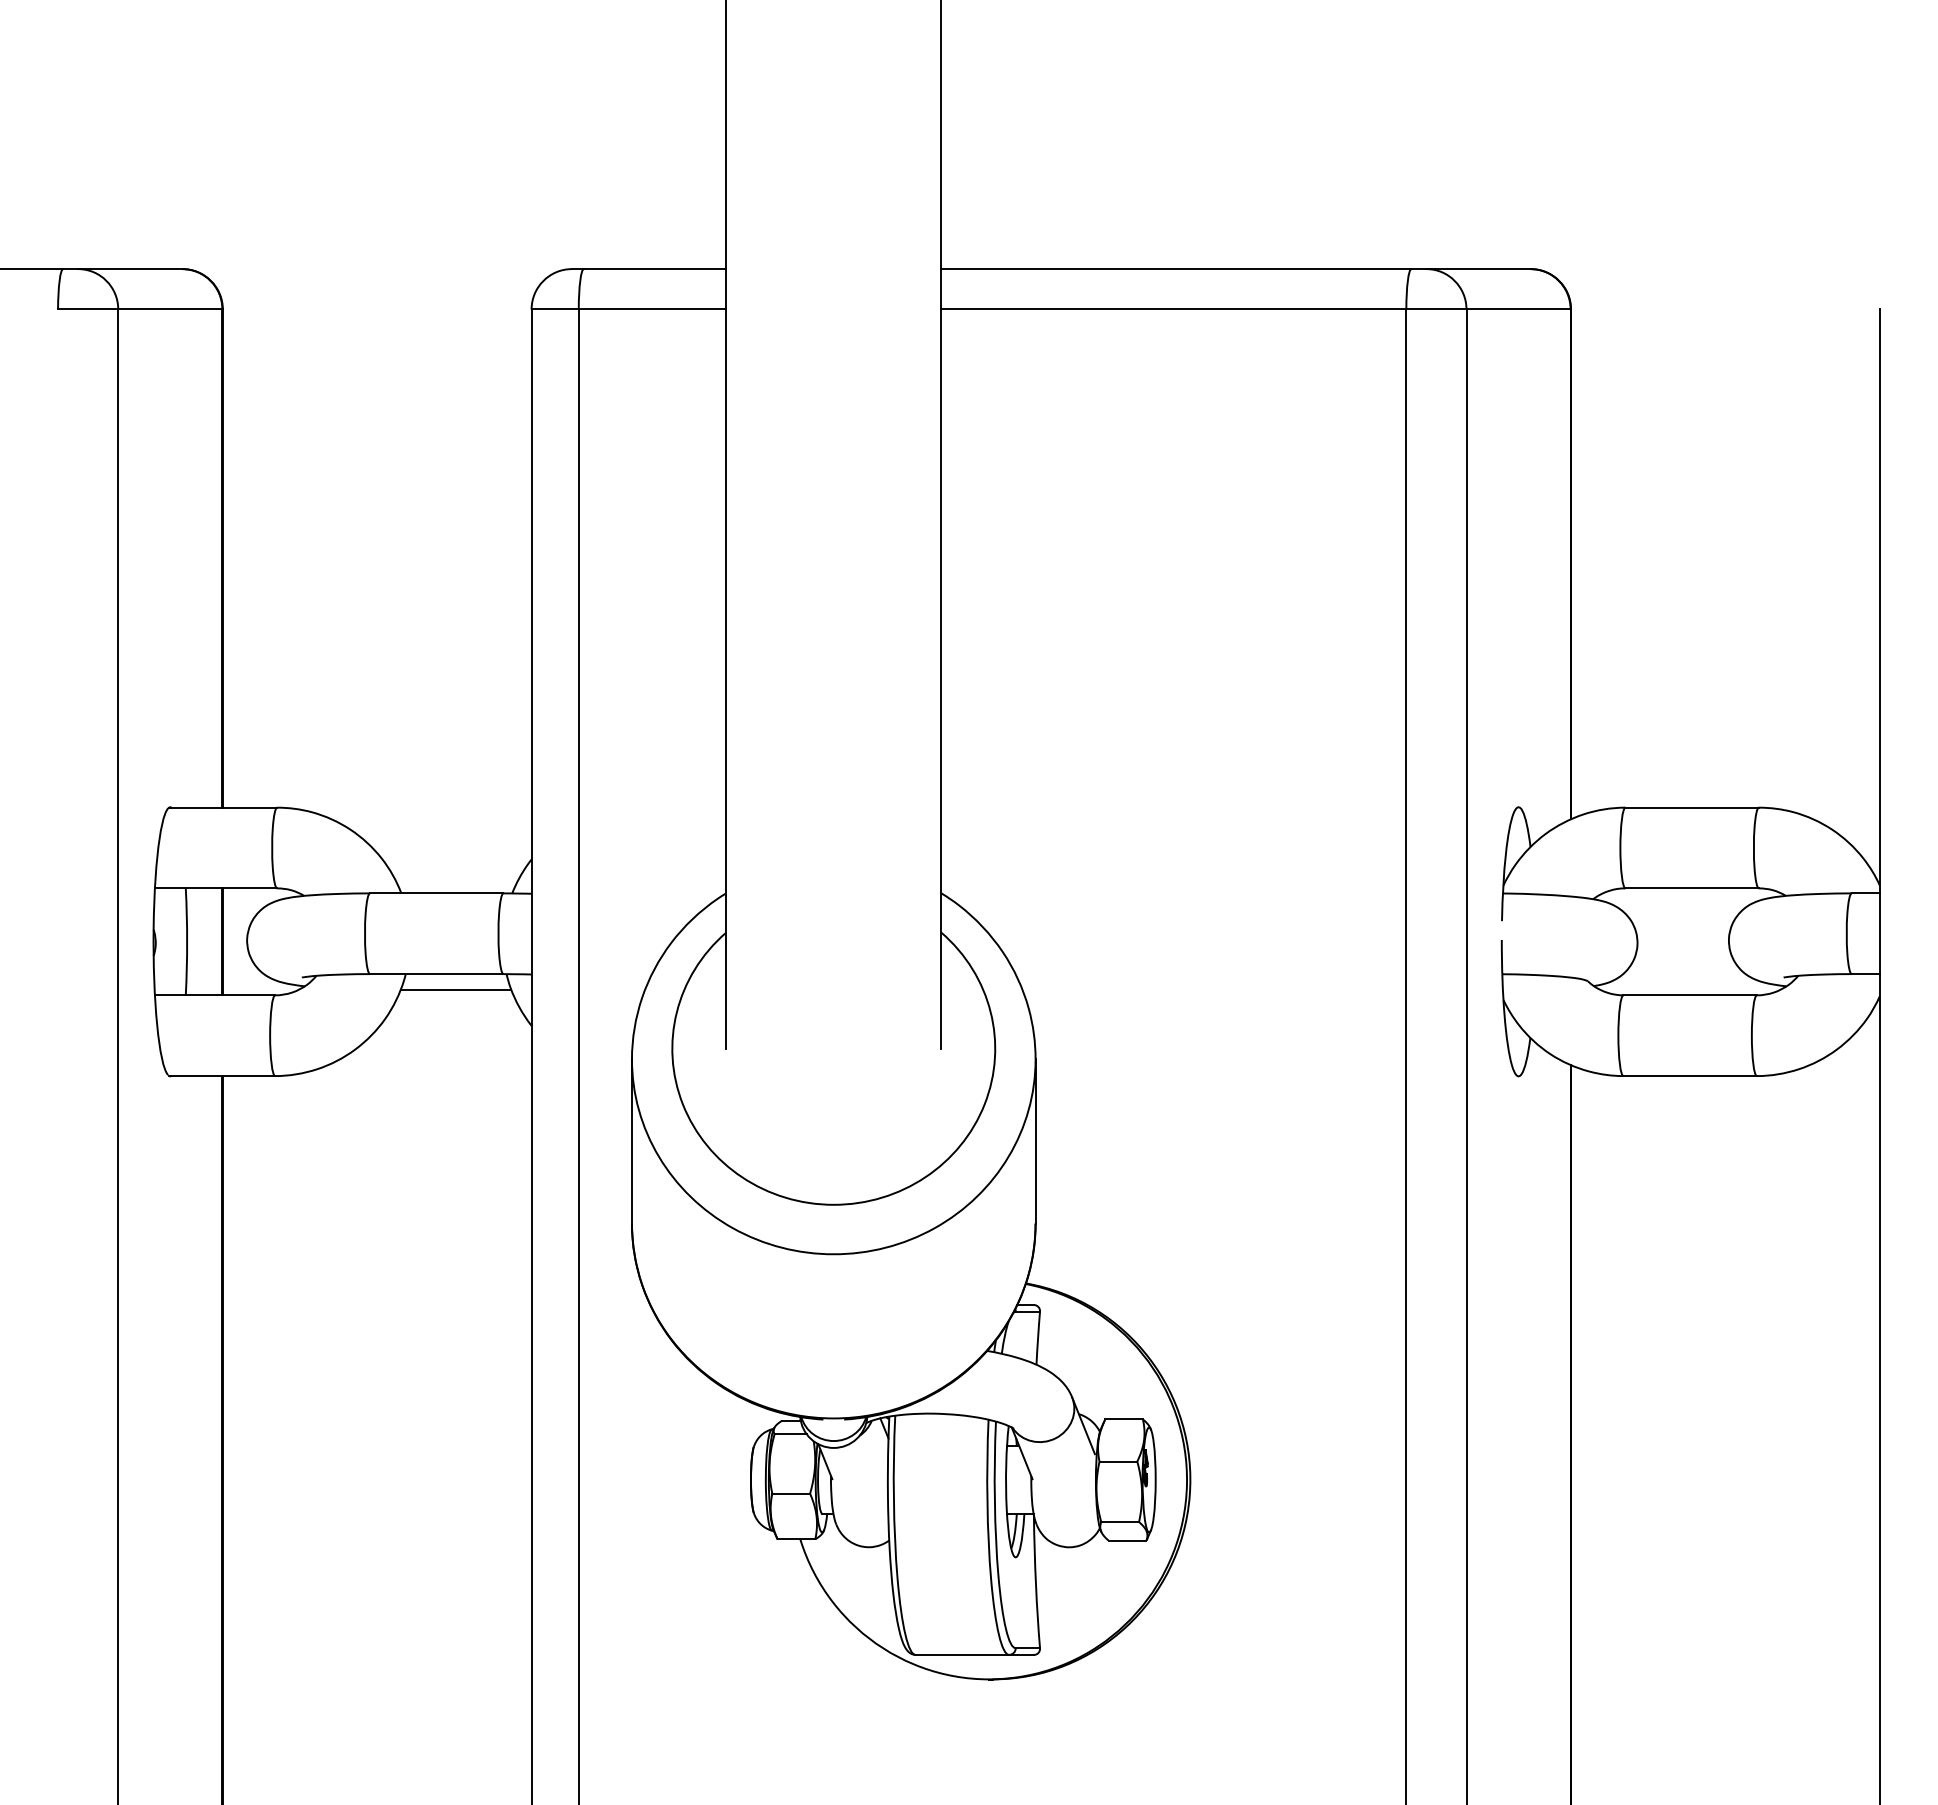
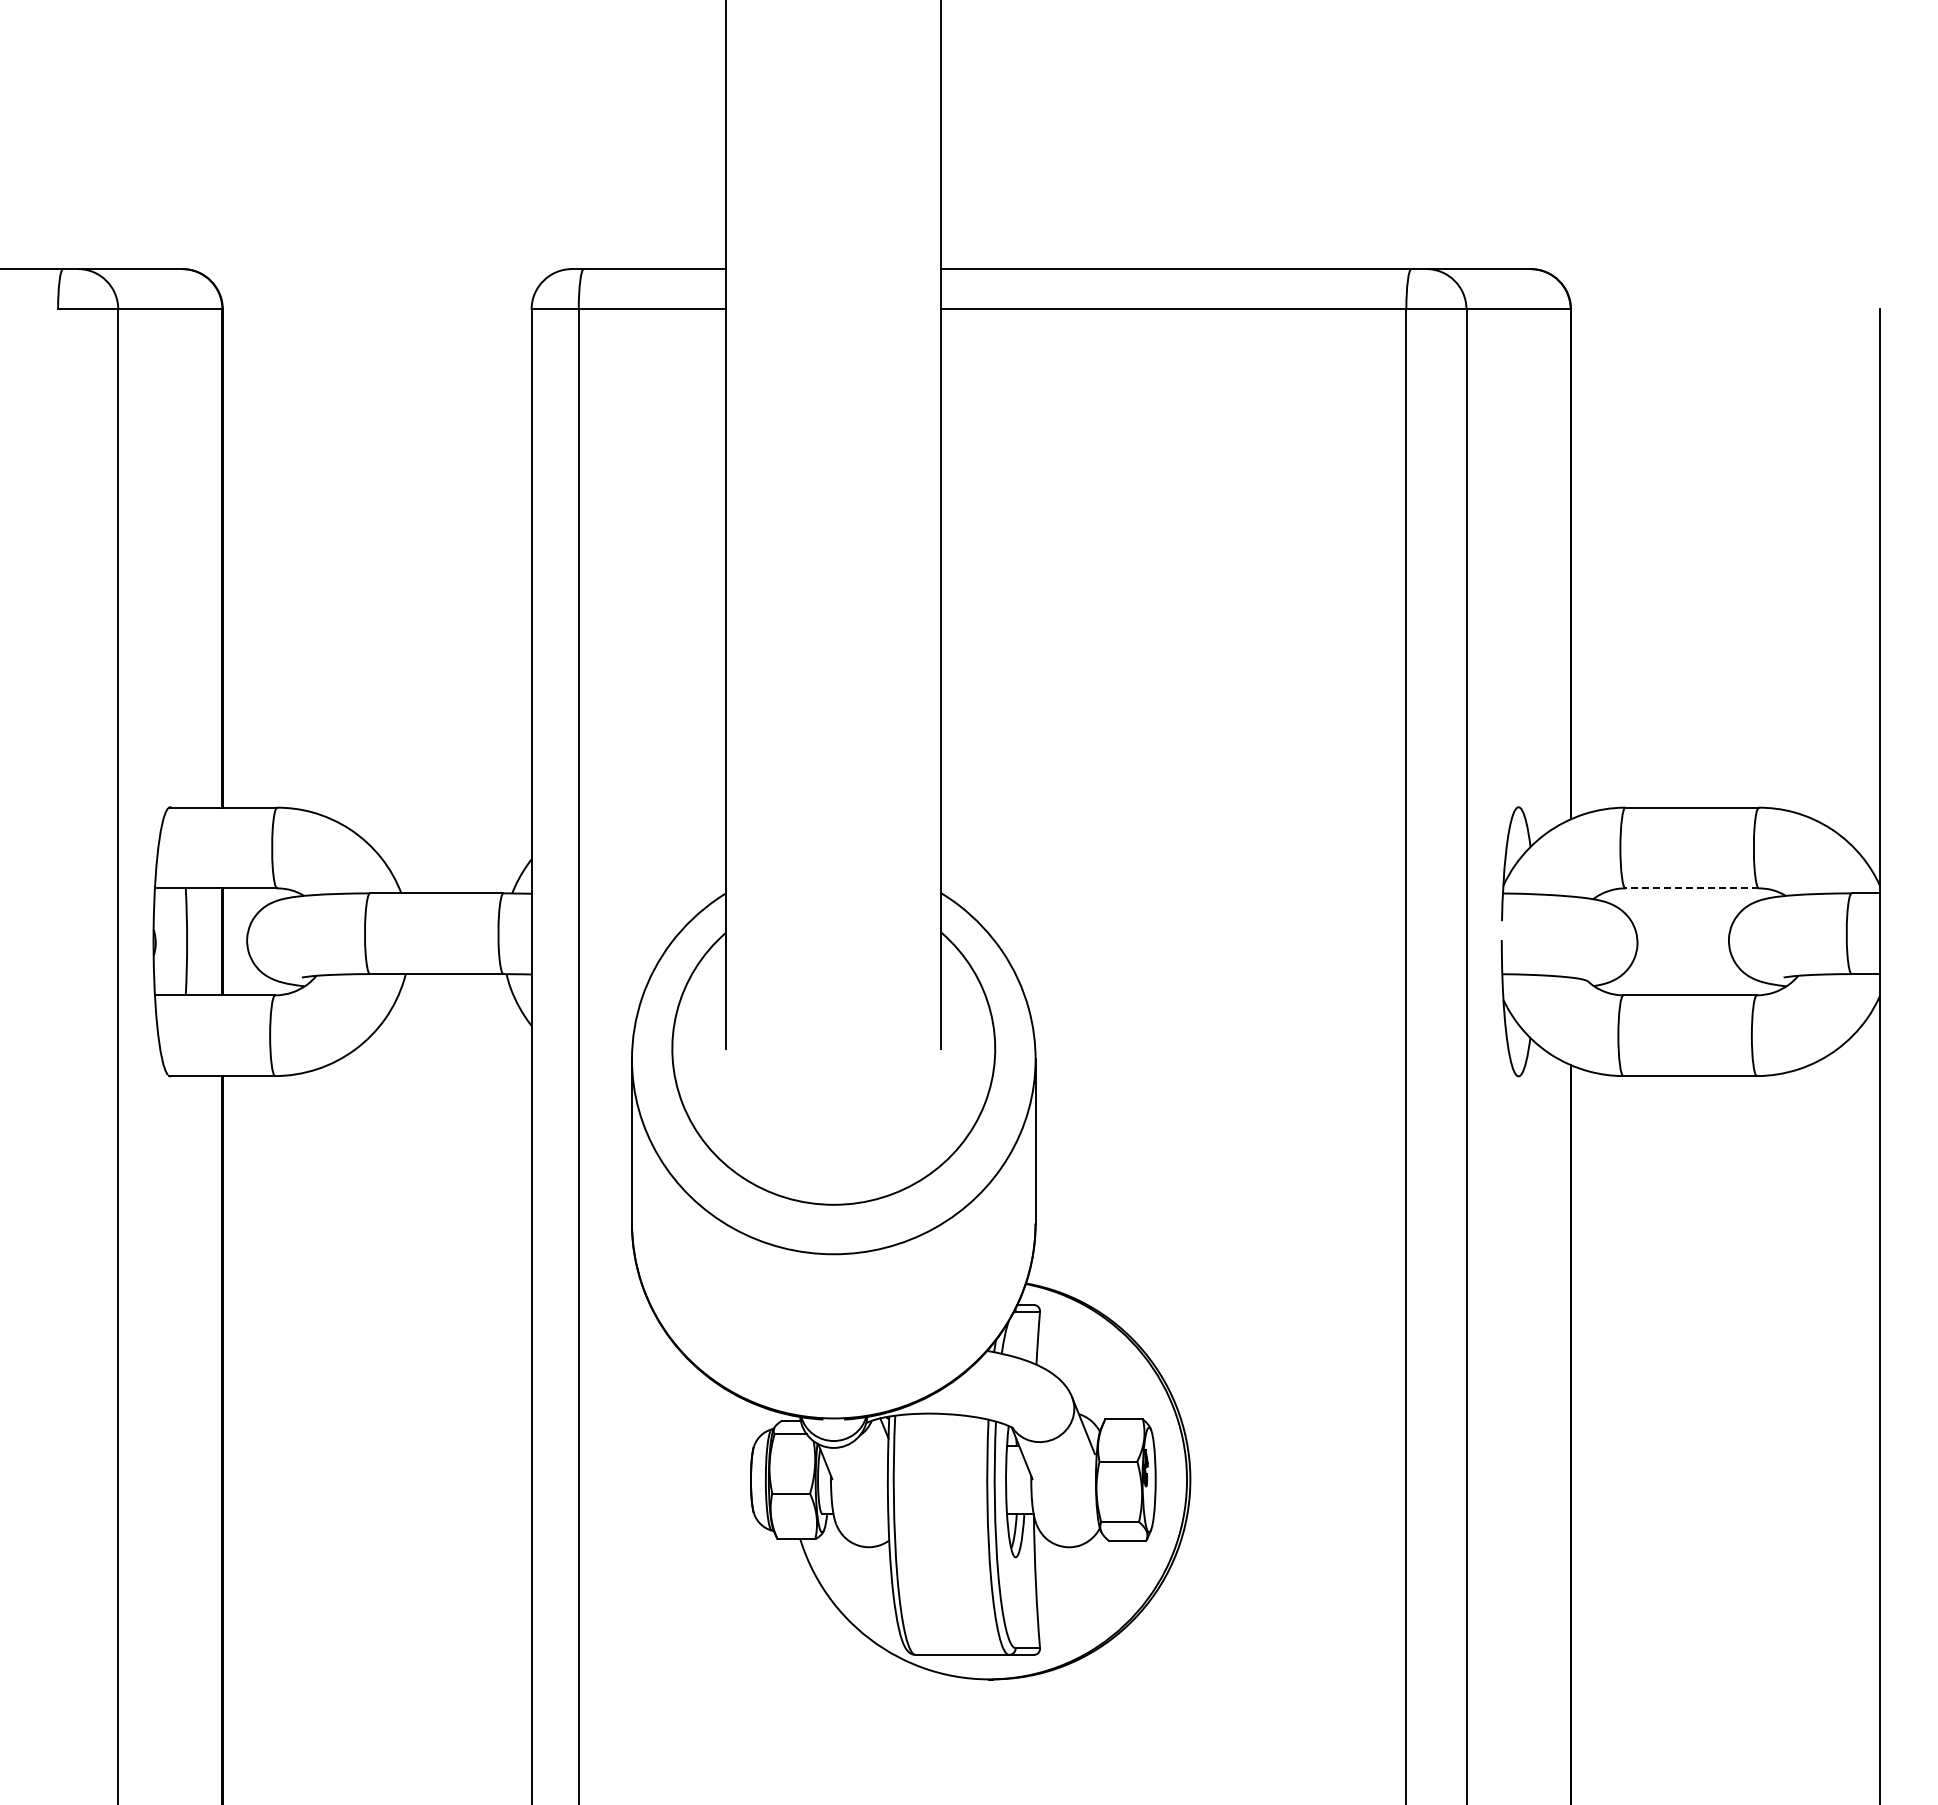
line at (1692, 888): solid -> dashed
line at (455, 990): present -> none
